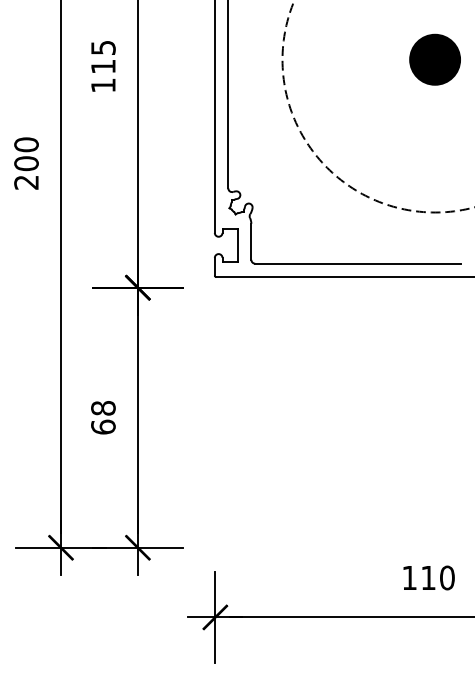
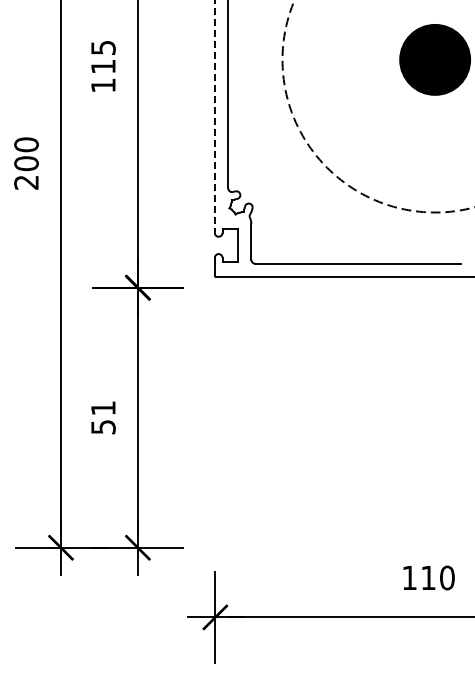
part at (434, 59) size: 52x53 px -> 72x72 px
line at (214, 117): solid -> dashed
text at (103, 417): 68 -> 51
